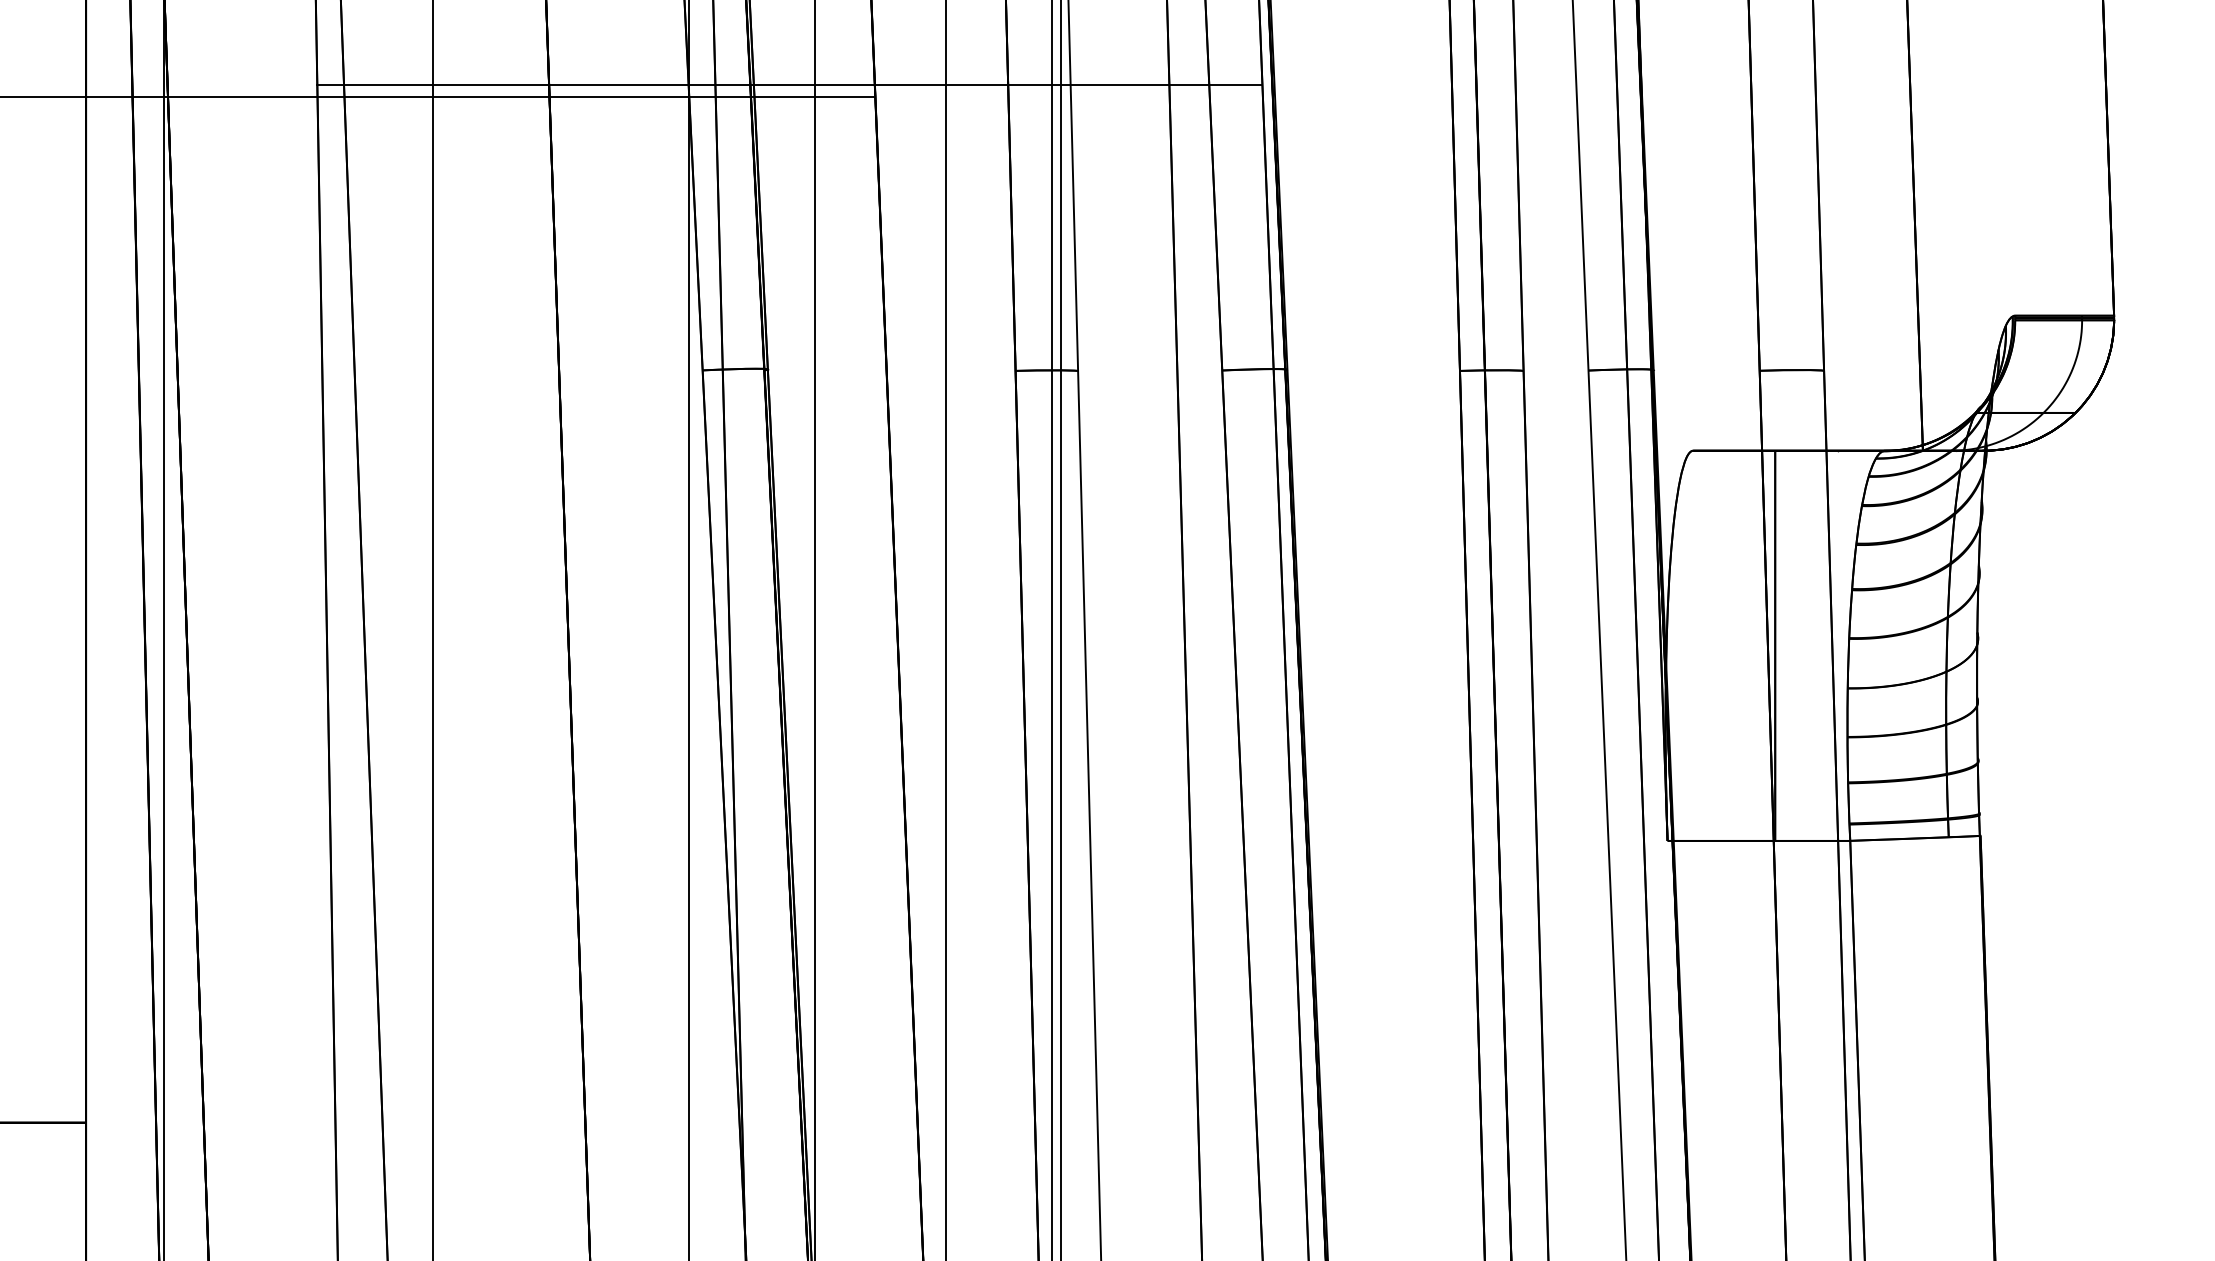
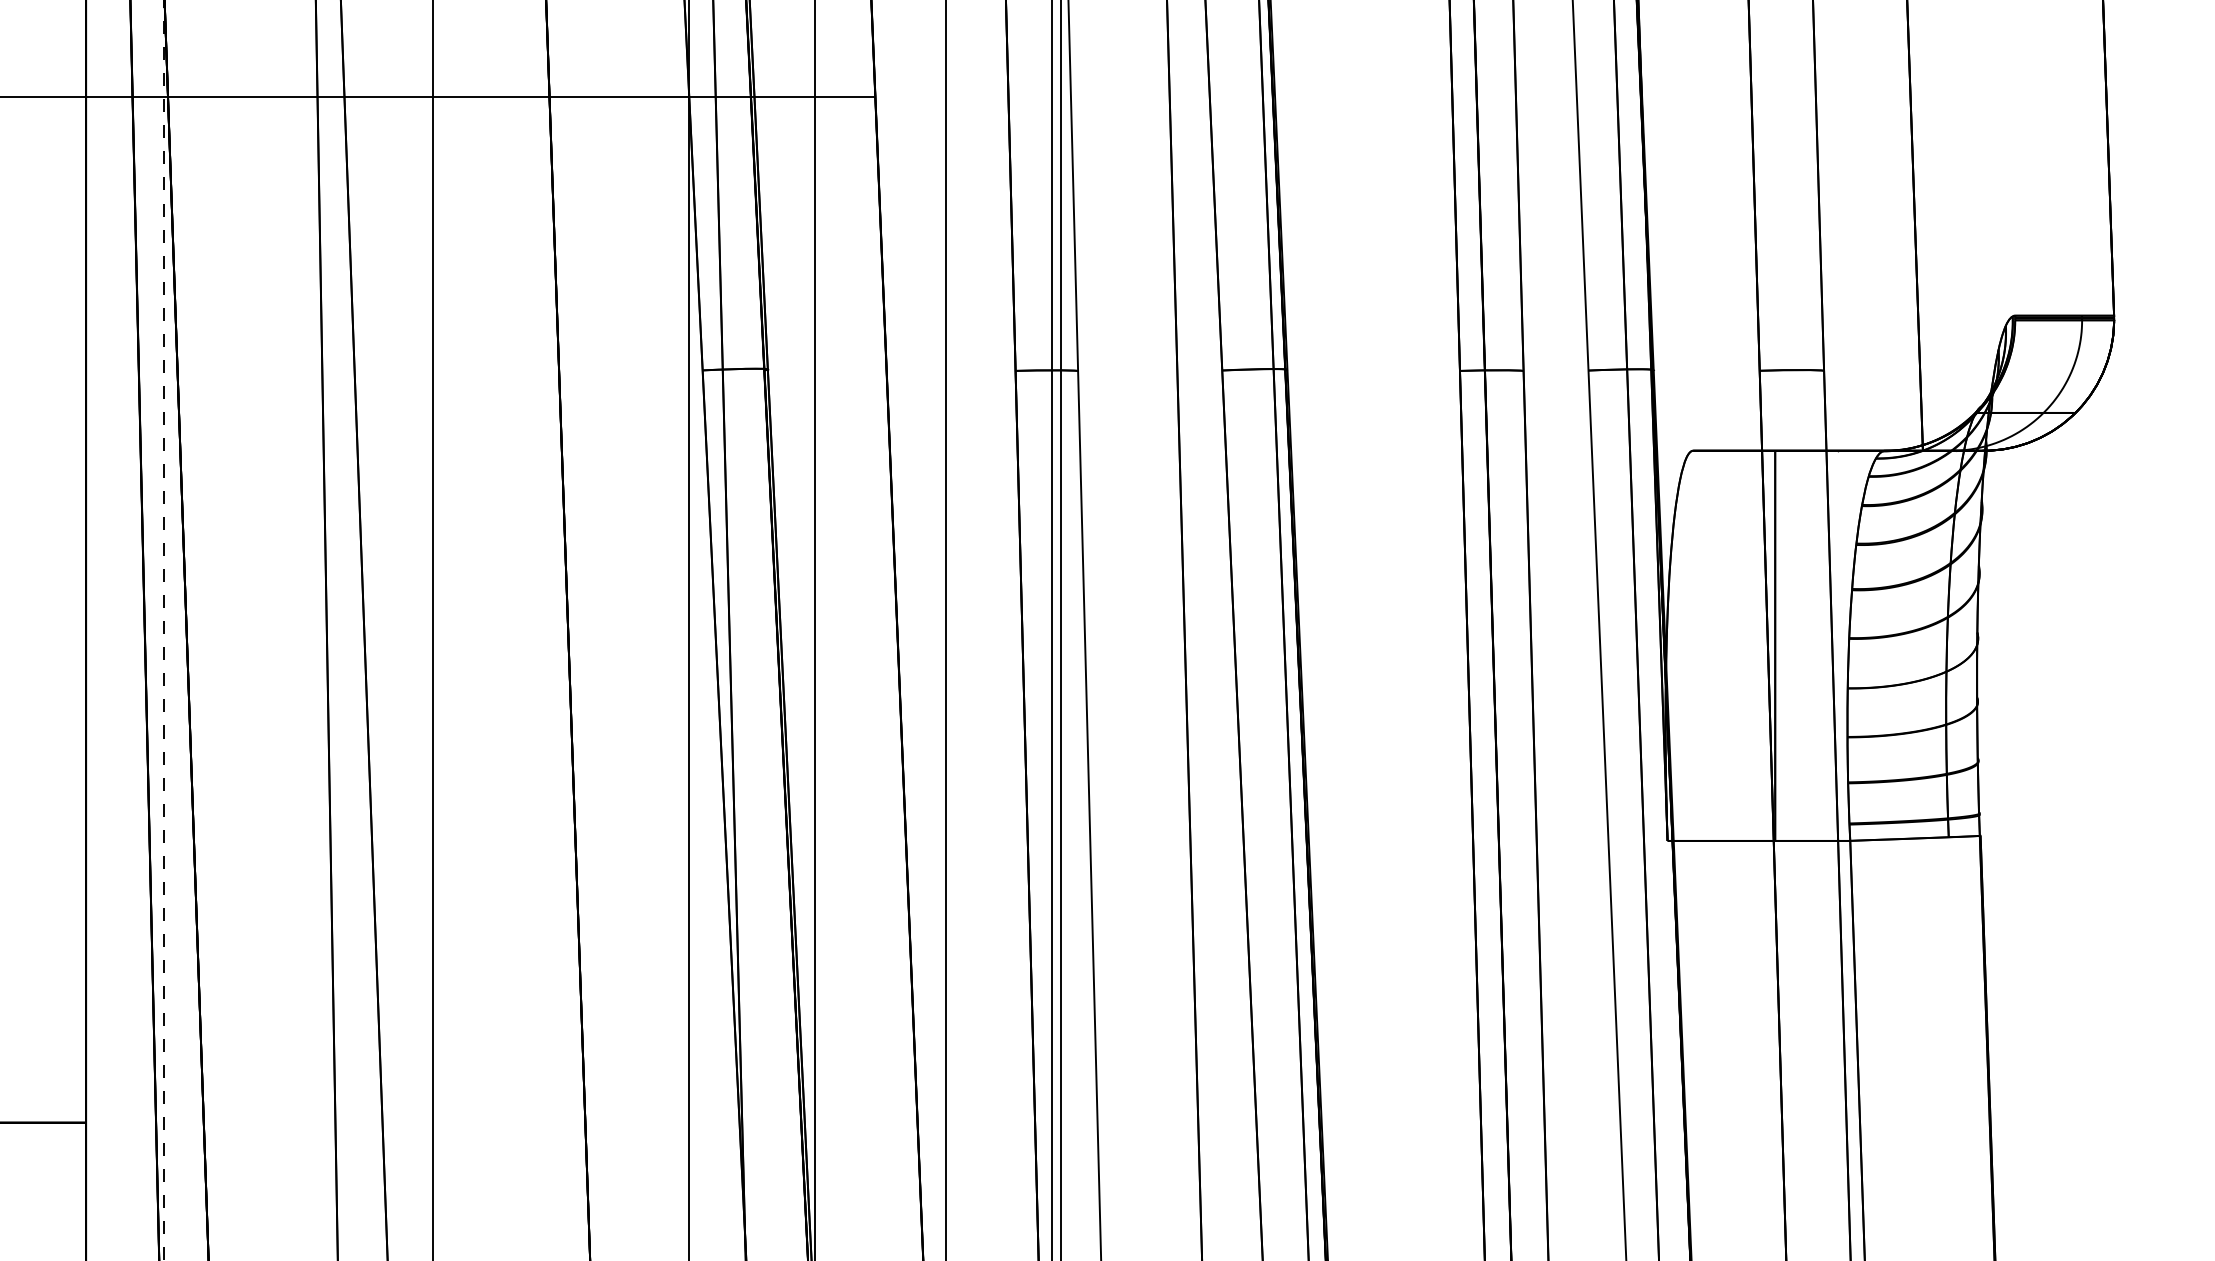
line at (789, 85): present -> none
line at (164, 630): solid -> dashed
